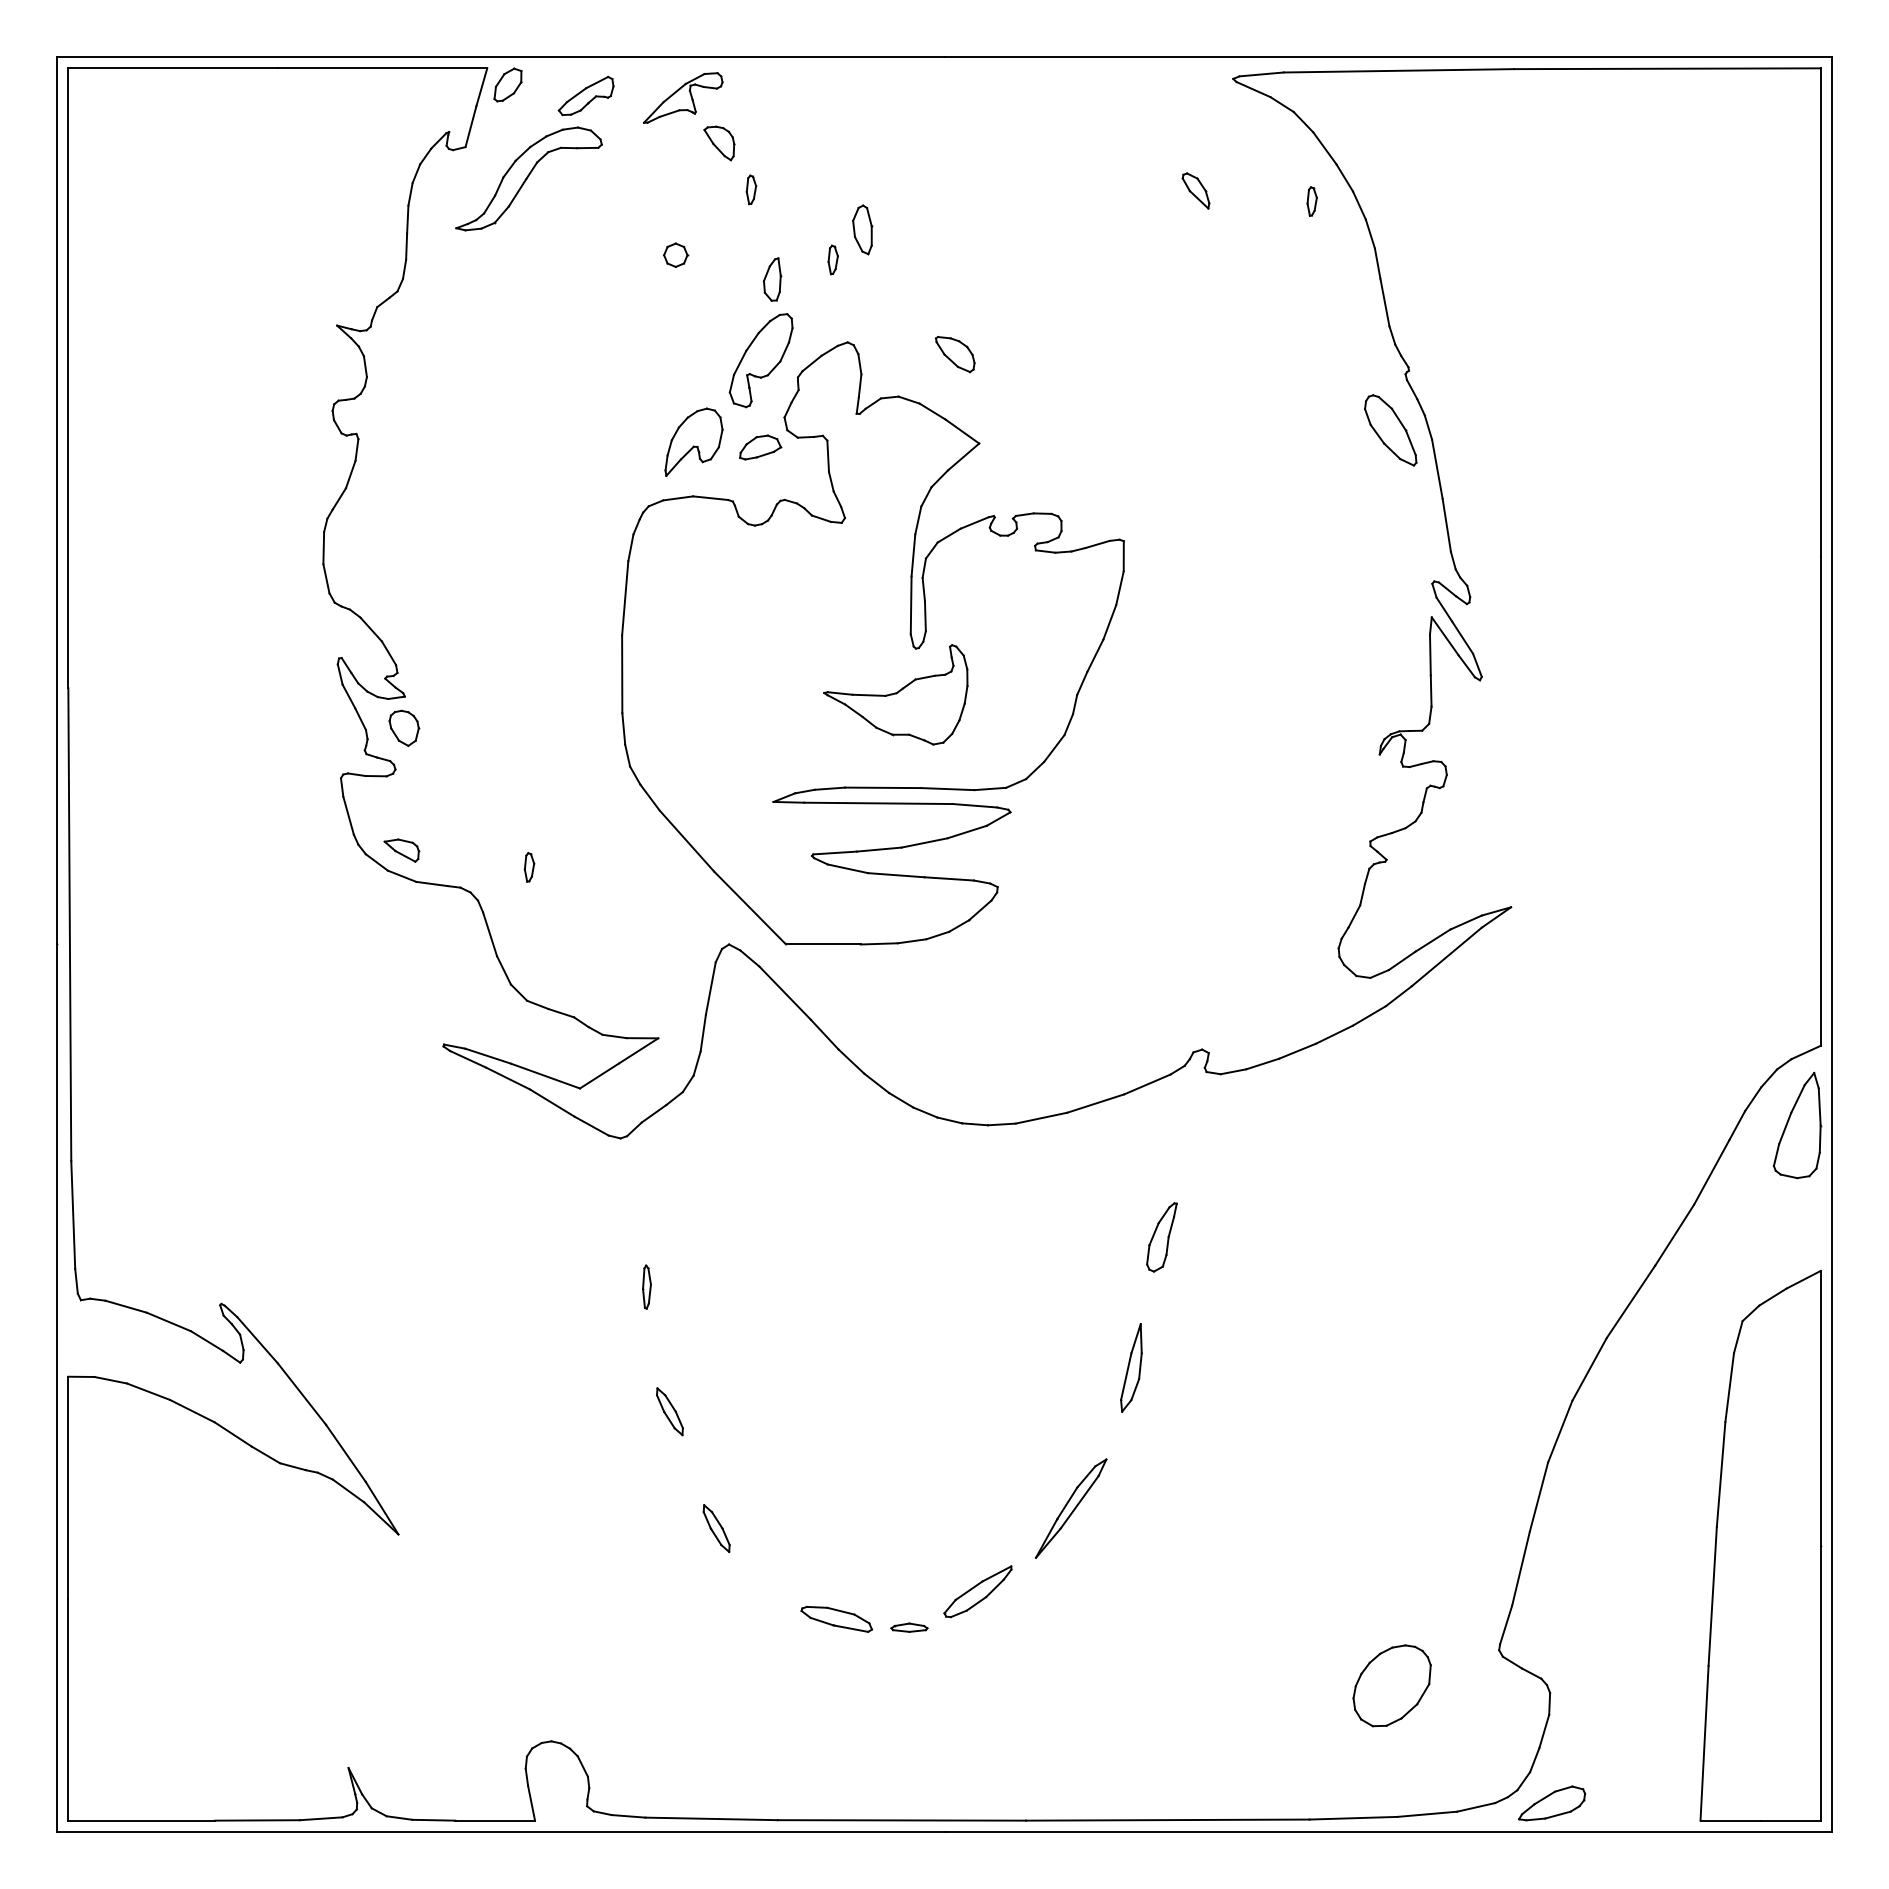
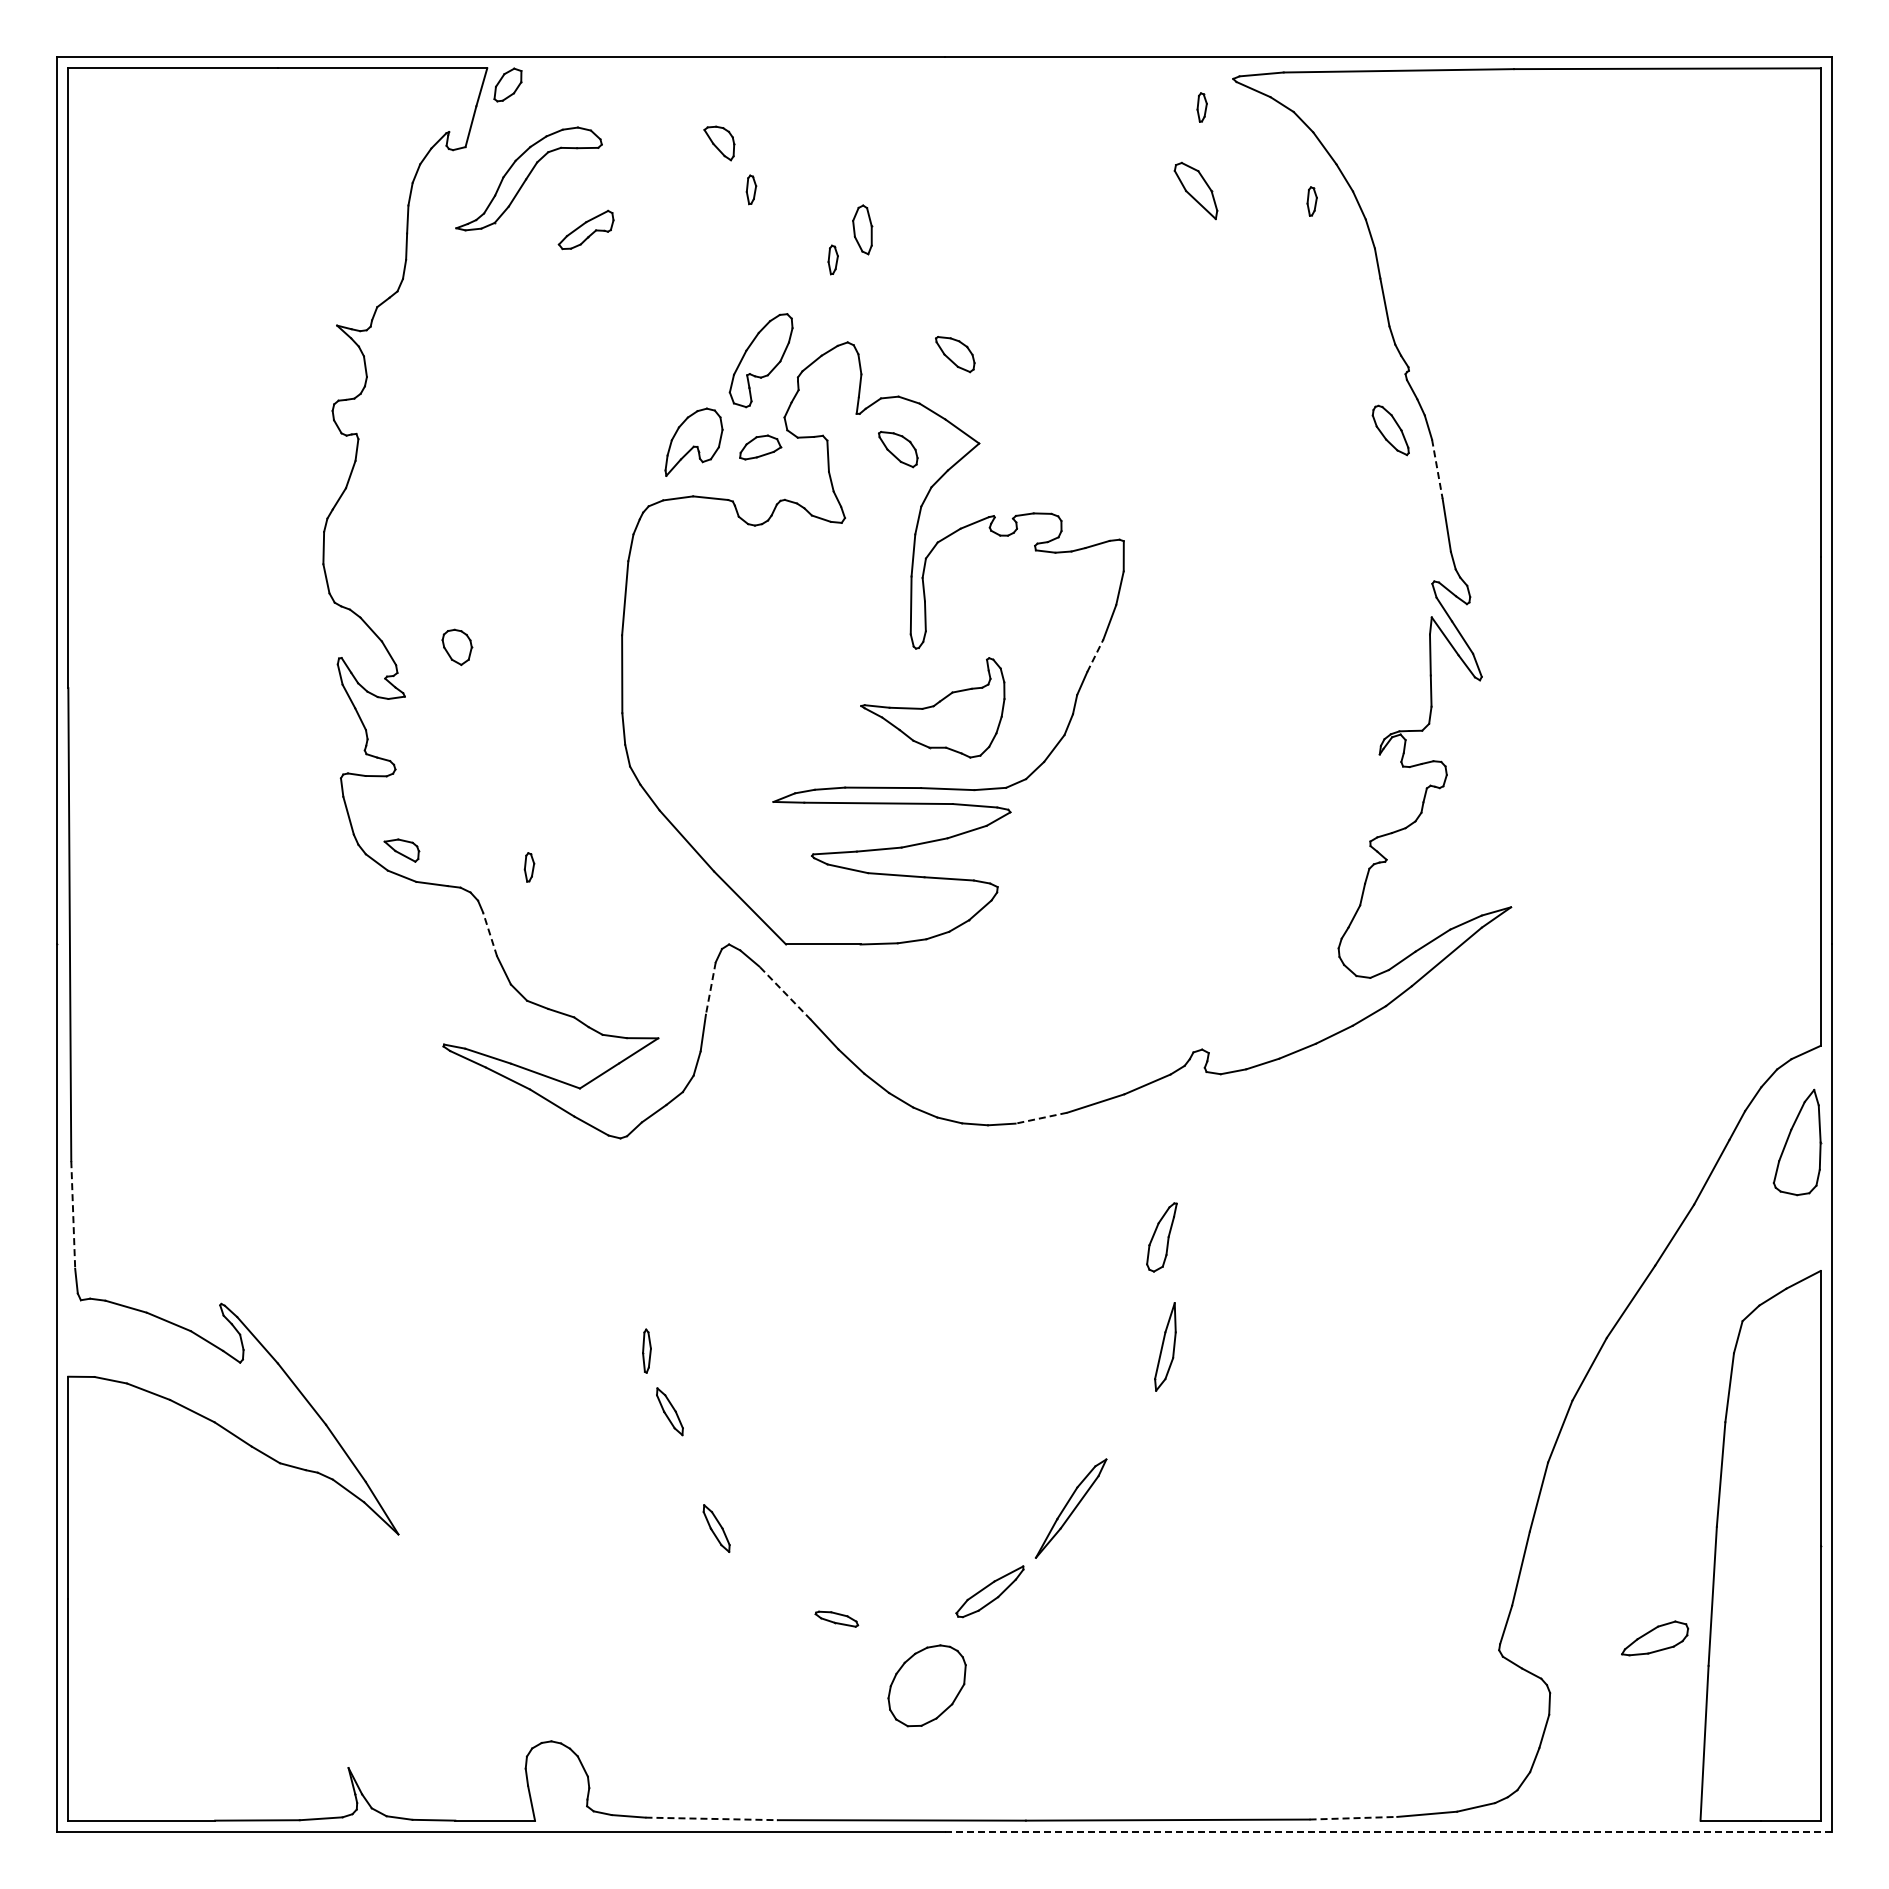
part at (585, 95) position: (585, 95) -> (585, 229)
part at (683, 97): present -> none
part at (1201, 107): none -> present
part at (1195, 190) size: 30x38 px -> 46x60 px
part at (676, 254): present -> none
part at (772, 279): present -> none
part at (1390, 430) size: 54x73 px -> 39x53 px
part at (898, 449): none -> present
line at (1437, 469): solid -> dashed
line at (1095, 655): solid -> dashed
part at (895, 694) position: (895, 694) -> (932, 707)
part at (404, 727) position: (404, 727) -> (457, 646)
line at (489, 933): solid -> dashed
line at (710, 988): solid -> dashed
line at (785, 993): solid -> dashed
line at (1040, 1118): solid -> dashed
part at (1797, 1125) position: (1797, 1125) -> (1797, 1142)
line at (73, 1214): solid -> dashed
part at (646, 1286) position: (646, 1286) -> (646, 1350)
part at (1131, 1367) position: (1131, 1367) -> (1165, 1346)
part at (977, 1591) position: (977, 1591) -> (989, 1591)
part at (836, 1618) size: 74x28 px -> 46x18 px
part at (909, 1627): present -> none
part at (1391, 1685) position: (1391, 1685) -> (926, 1685)
part at (1552, 1803) position: (1552, 1803) -> (1655, 1638)
line at (712, 1818): solid -> dashed
line at (1353, 1818): solid -> dashed
line at (1388, 1832): solid -> dashed
